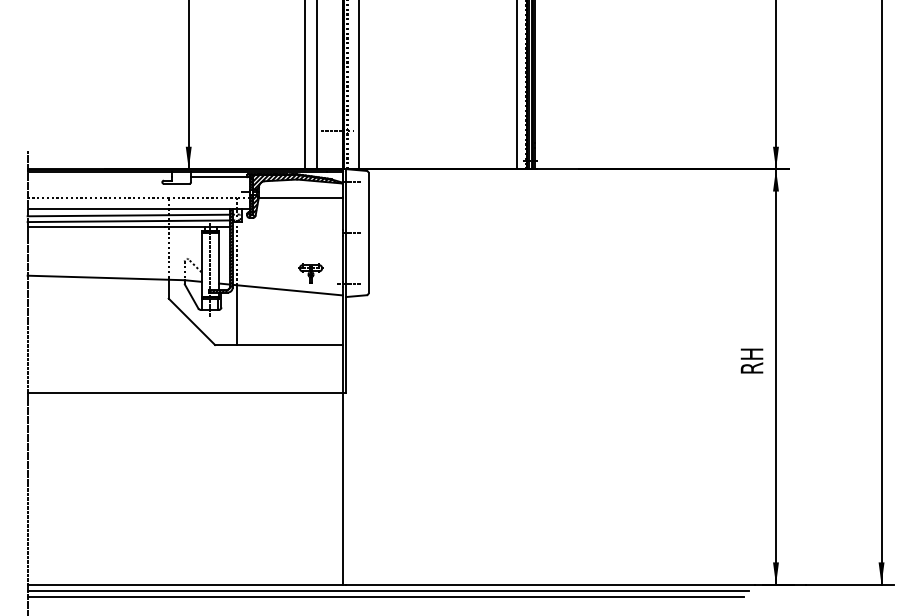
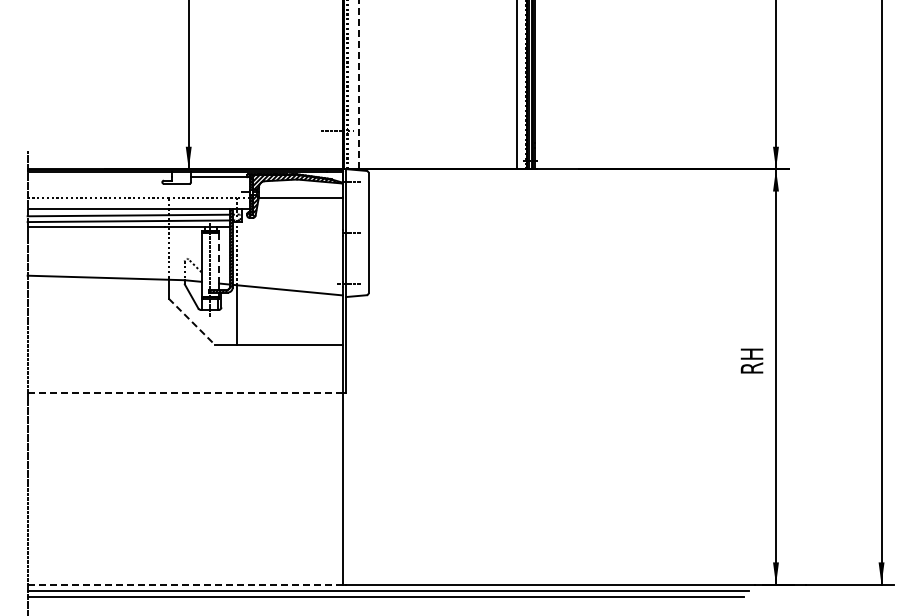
line at (358, 84): solid -> dashed
line at (304, 85): present -> none
line at (317, 85): present -> none
line at (219, 257): solid -> dashed
part at (310, 273): present -> none
line at (191, 321): solid -> dashed
line at (185, 392): solid -> dashed
line at (185, 584): solid -> dashed
